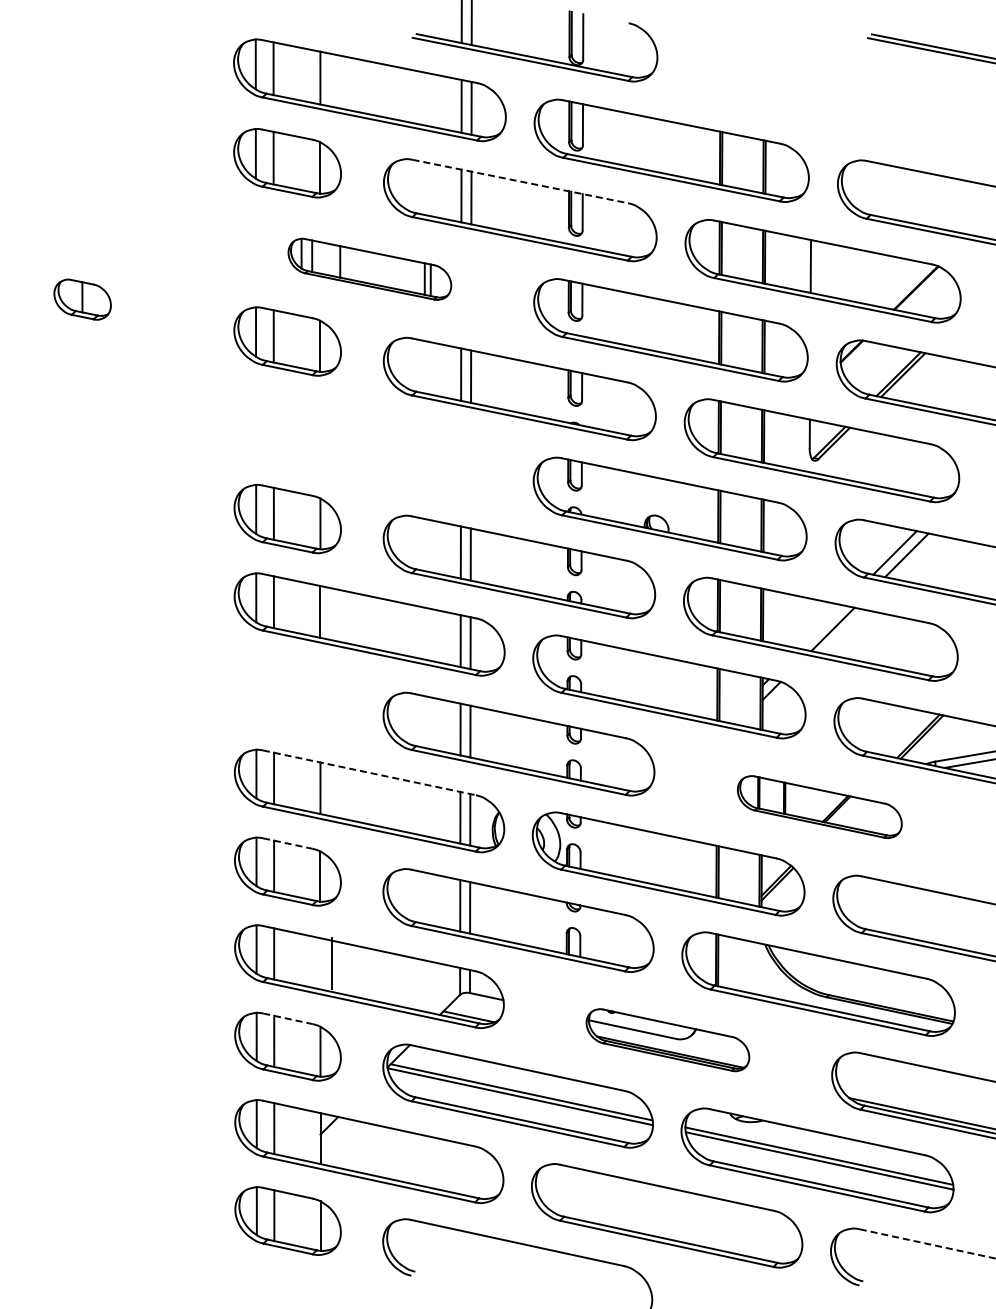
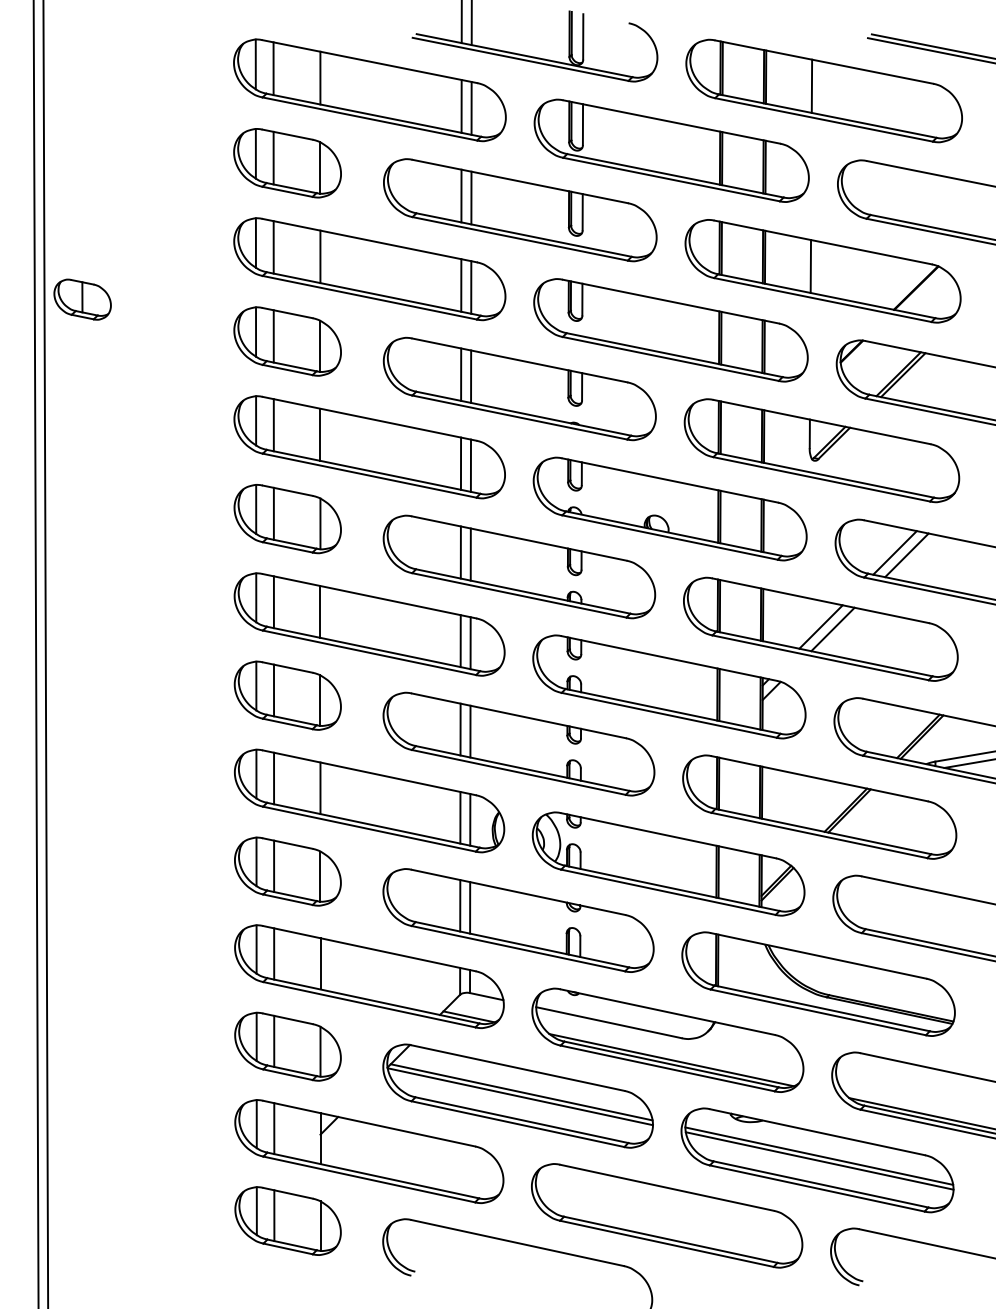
part at (823, 90): none -> present
line at (520, 181): dashed -> solid
part at (369, 268) size: 166x64 px -> 274x105 px
part at (369, 447): none -> present
line at (820, 626): none -> present
line at (35, 653): none -> present
line at (45, 653): none -> present
part at (287, 695): none -> present
line at (369, 772): dashed -> solid
part at (819, 806) size: 166x64 px -> 276x106 px
line at (288, 843): dashed -> solid
line at (331, 963) position: (331, 963) -> (320, 963)
line at (288, 1018): dashed -> solid
part at (667, 1040) size: 166x65 px -> 274x106 px
line at (928, 1244): dashed -> solid
